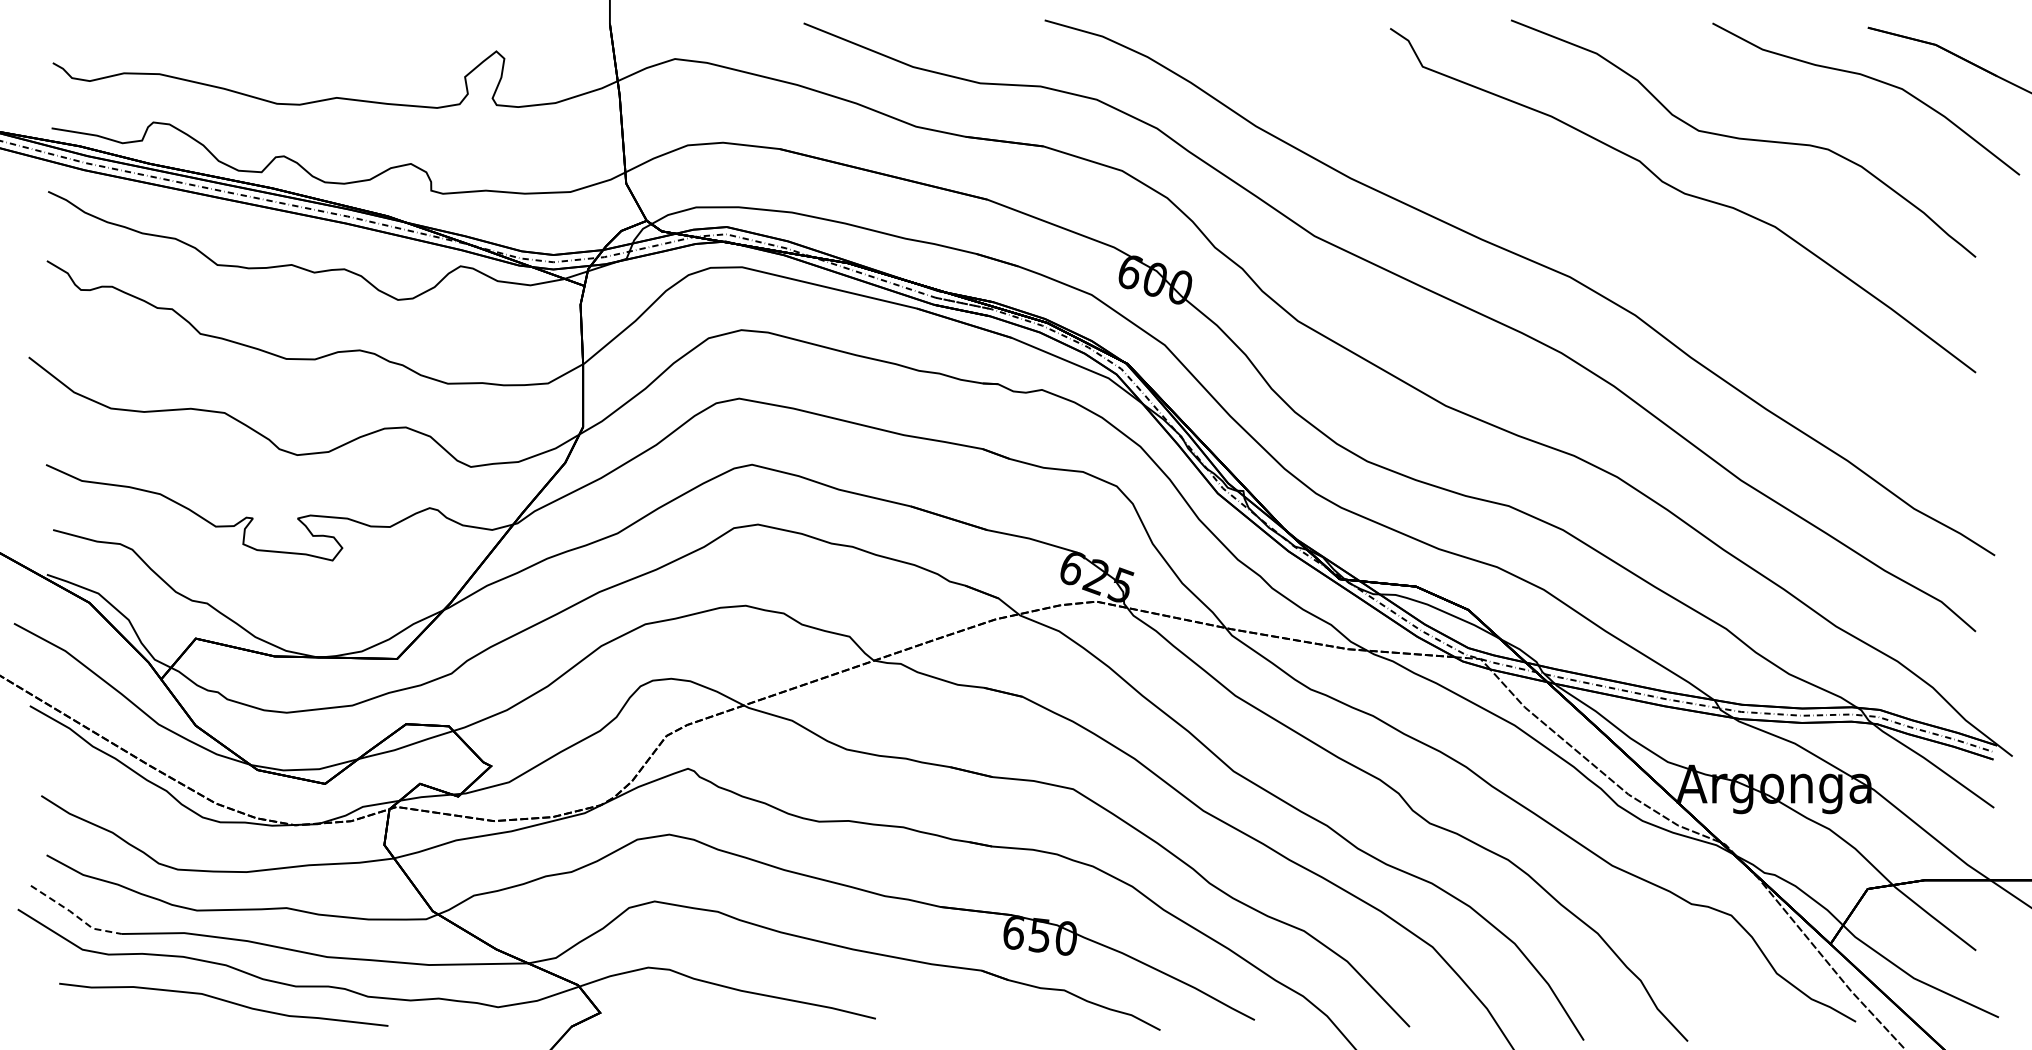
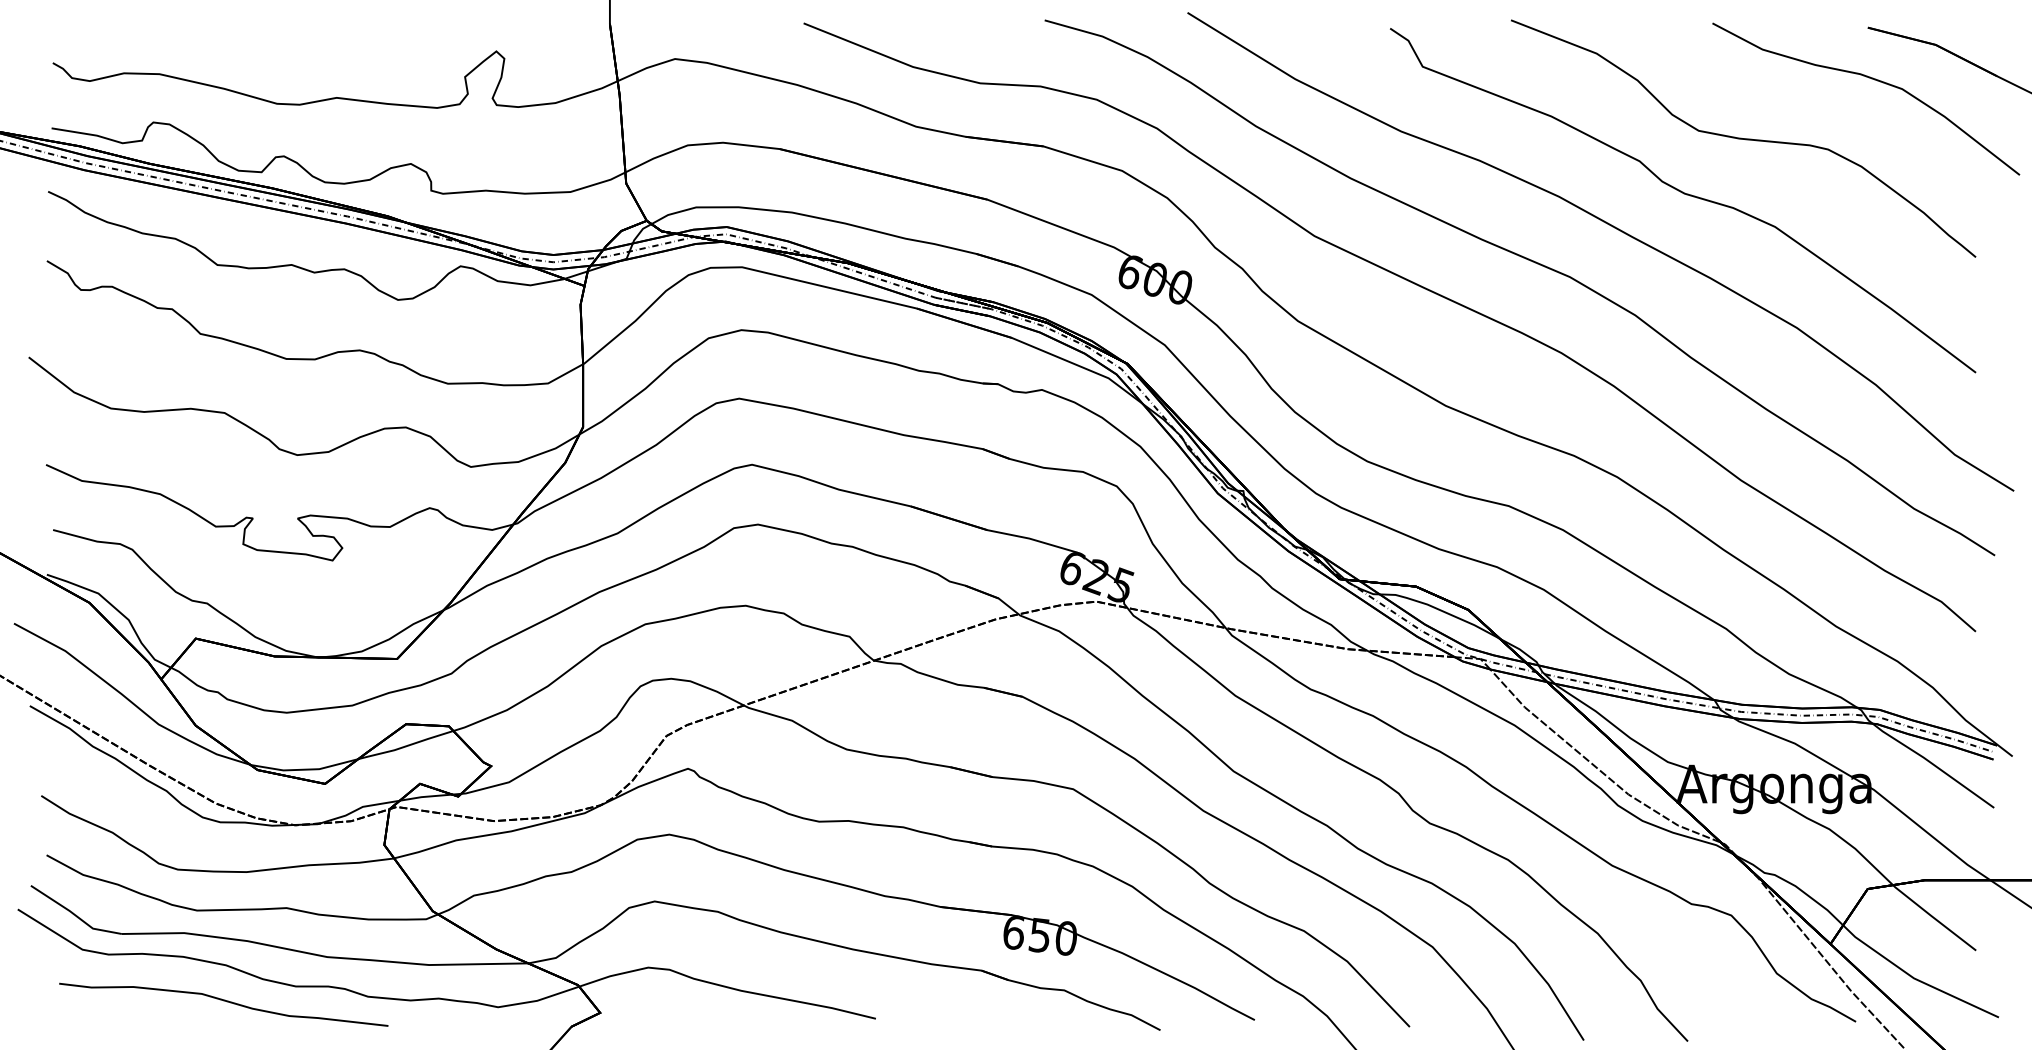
curve at (1612, 227): none -> present
line at (75, 915): dashed -> solid
